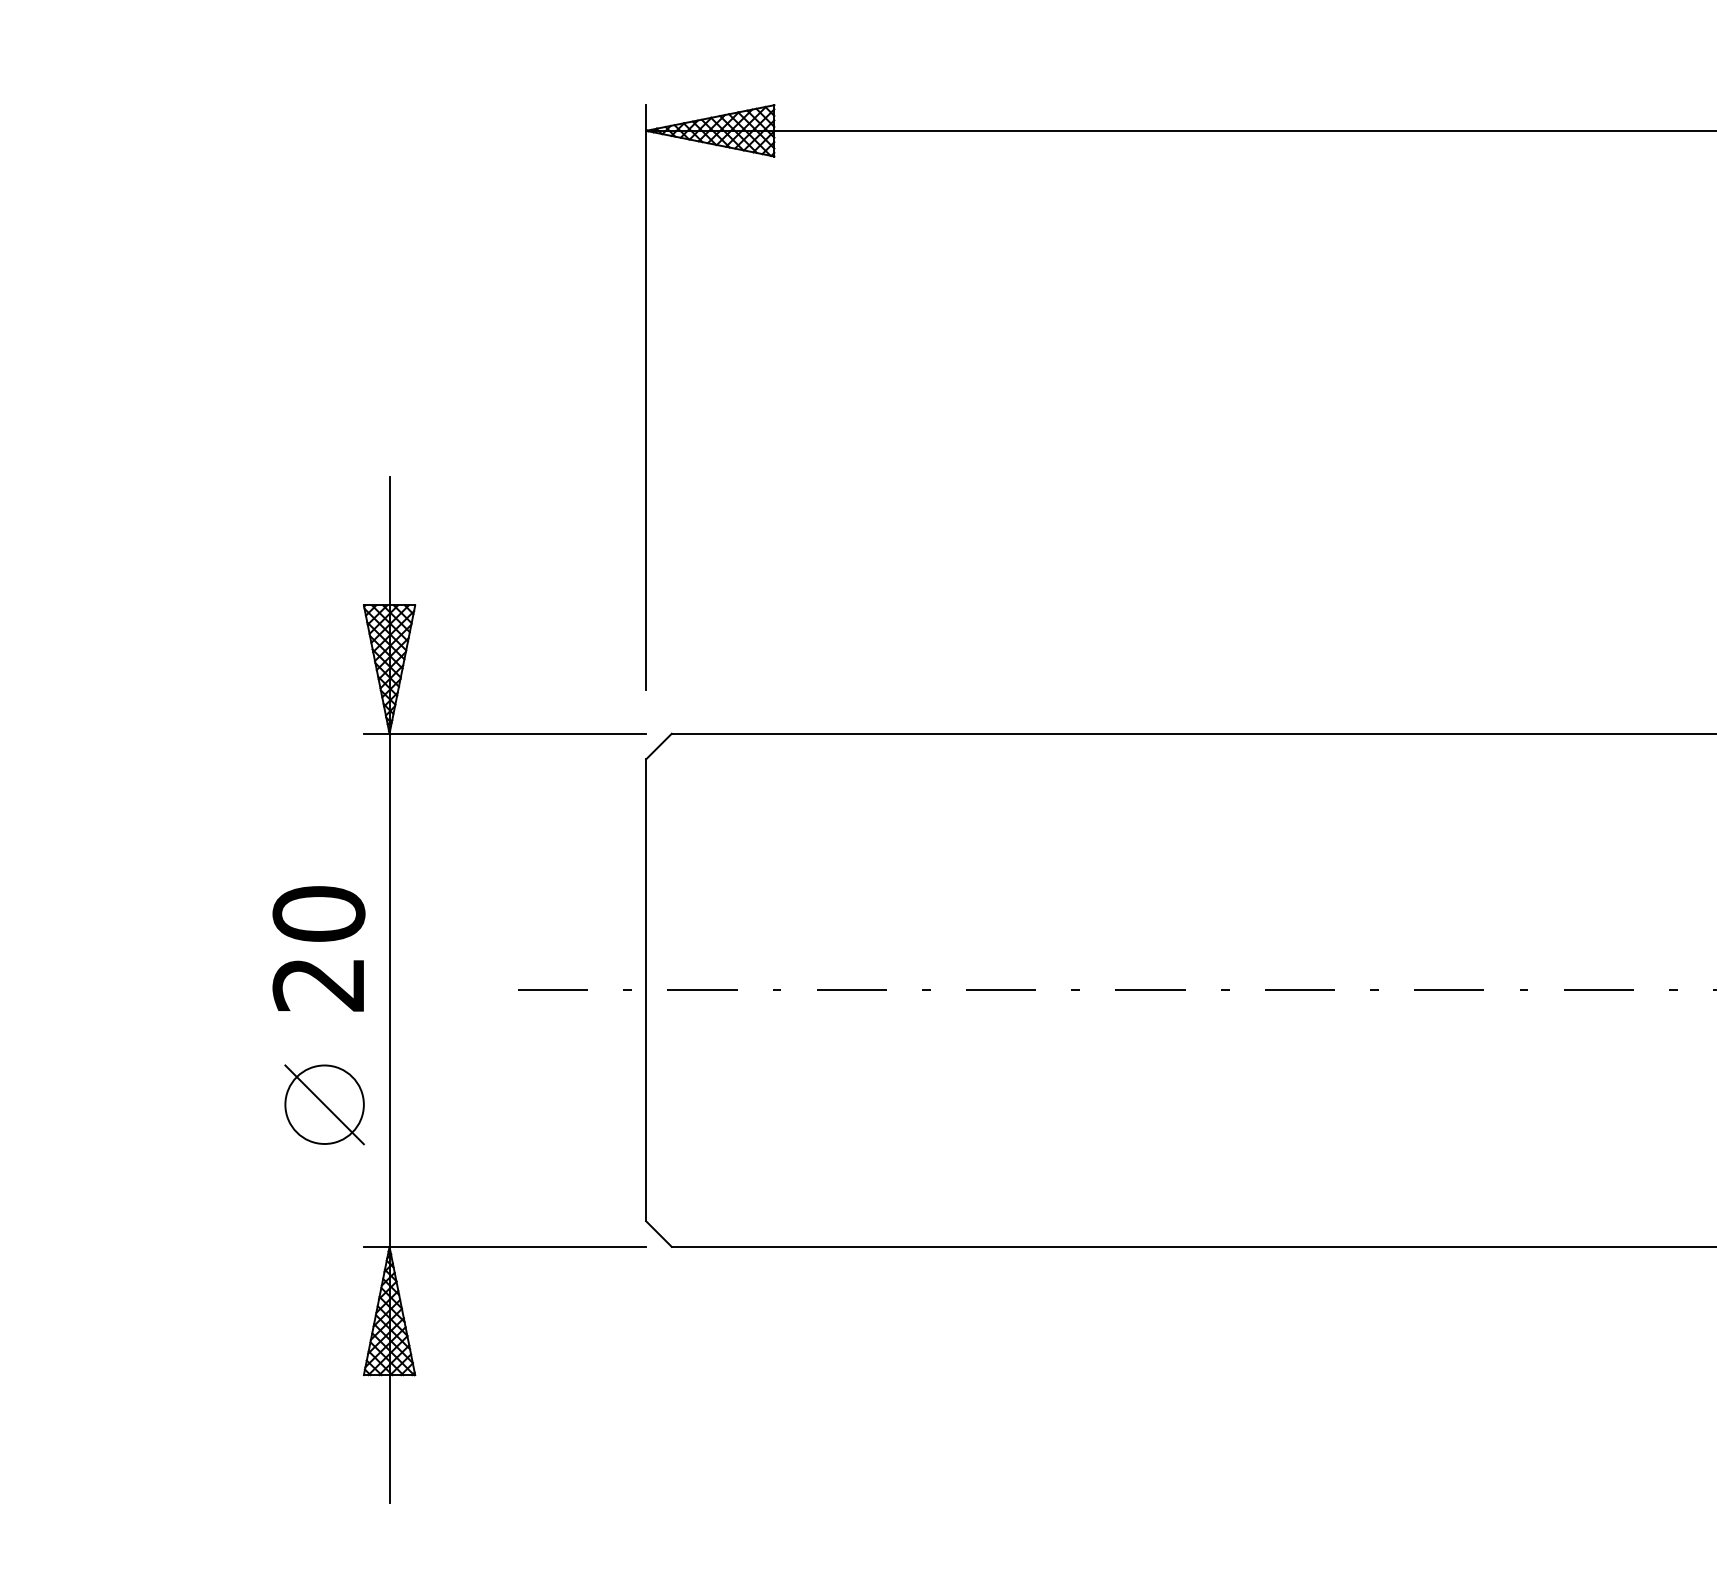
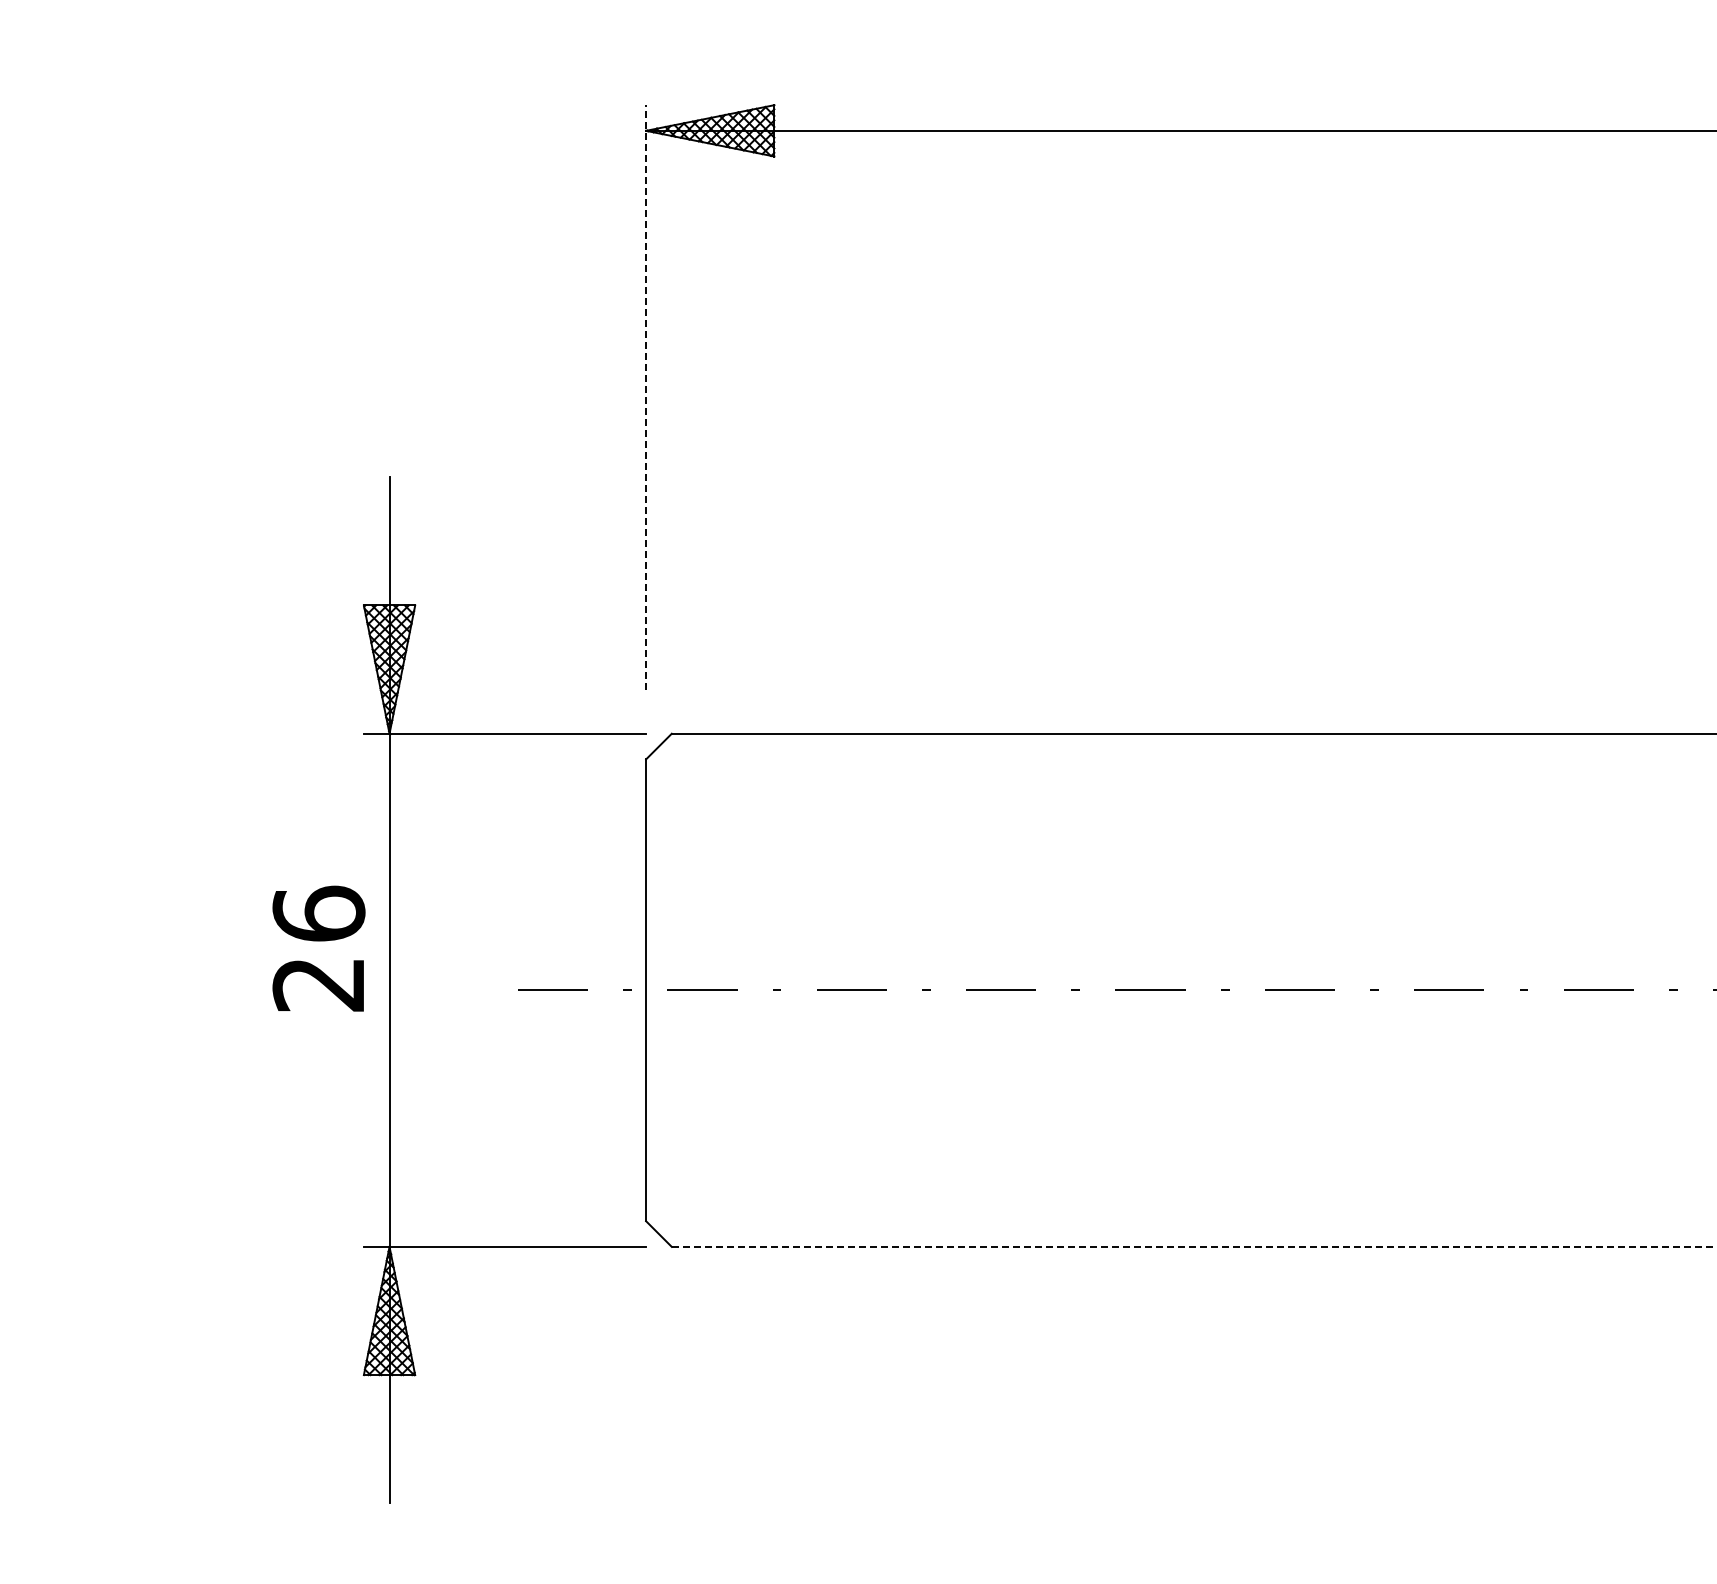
line at (646, 397): solid -> dashed
text at (318, 913): 20 -> 26
part at (324, 1104): present -> none
line at (1194, 1246): solid -> dashed
